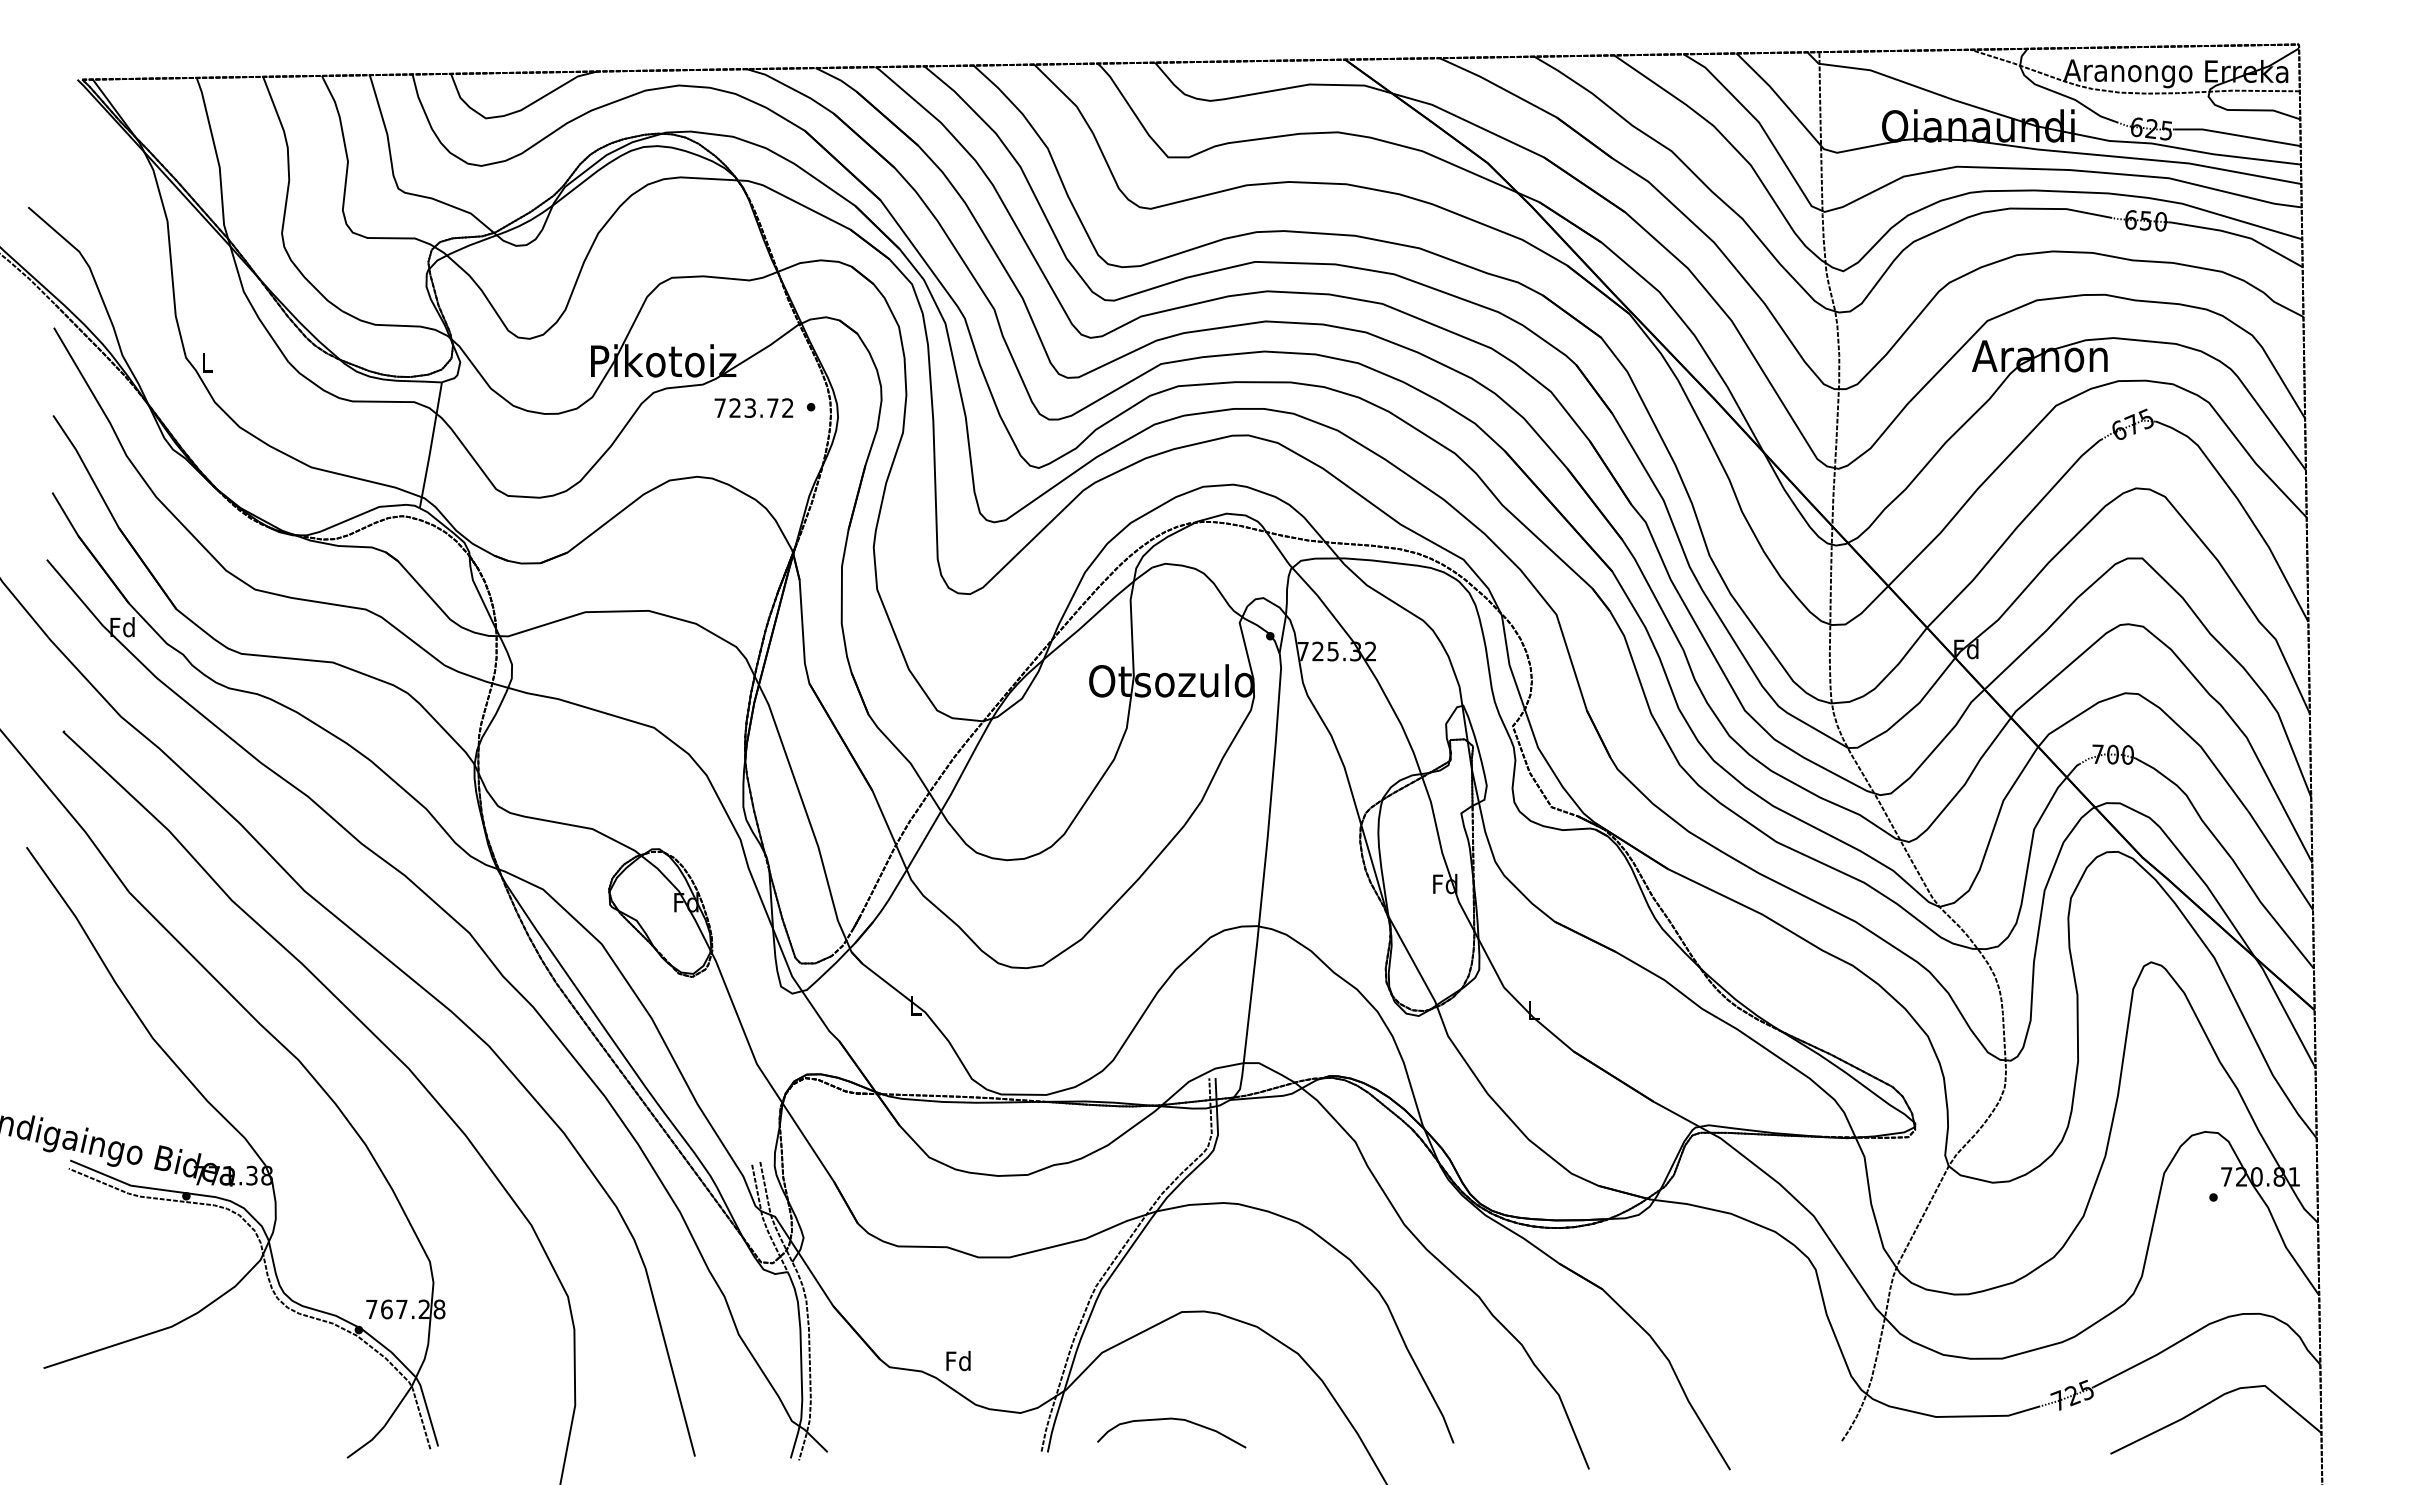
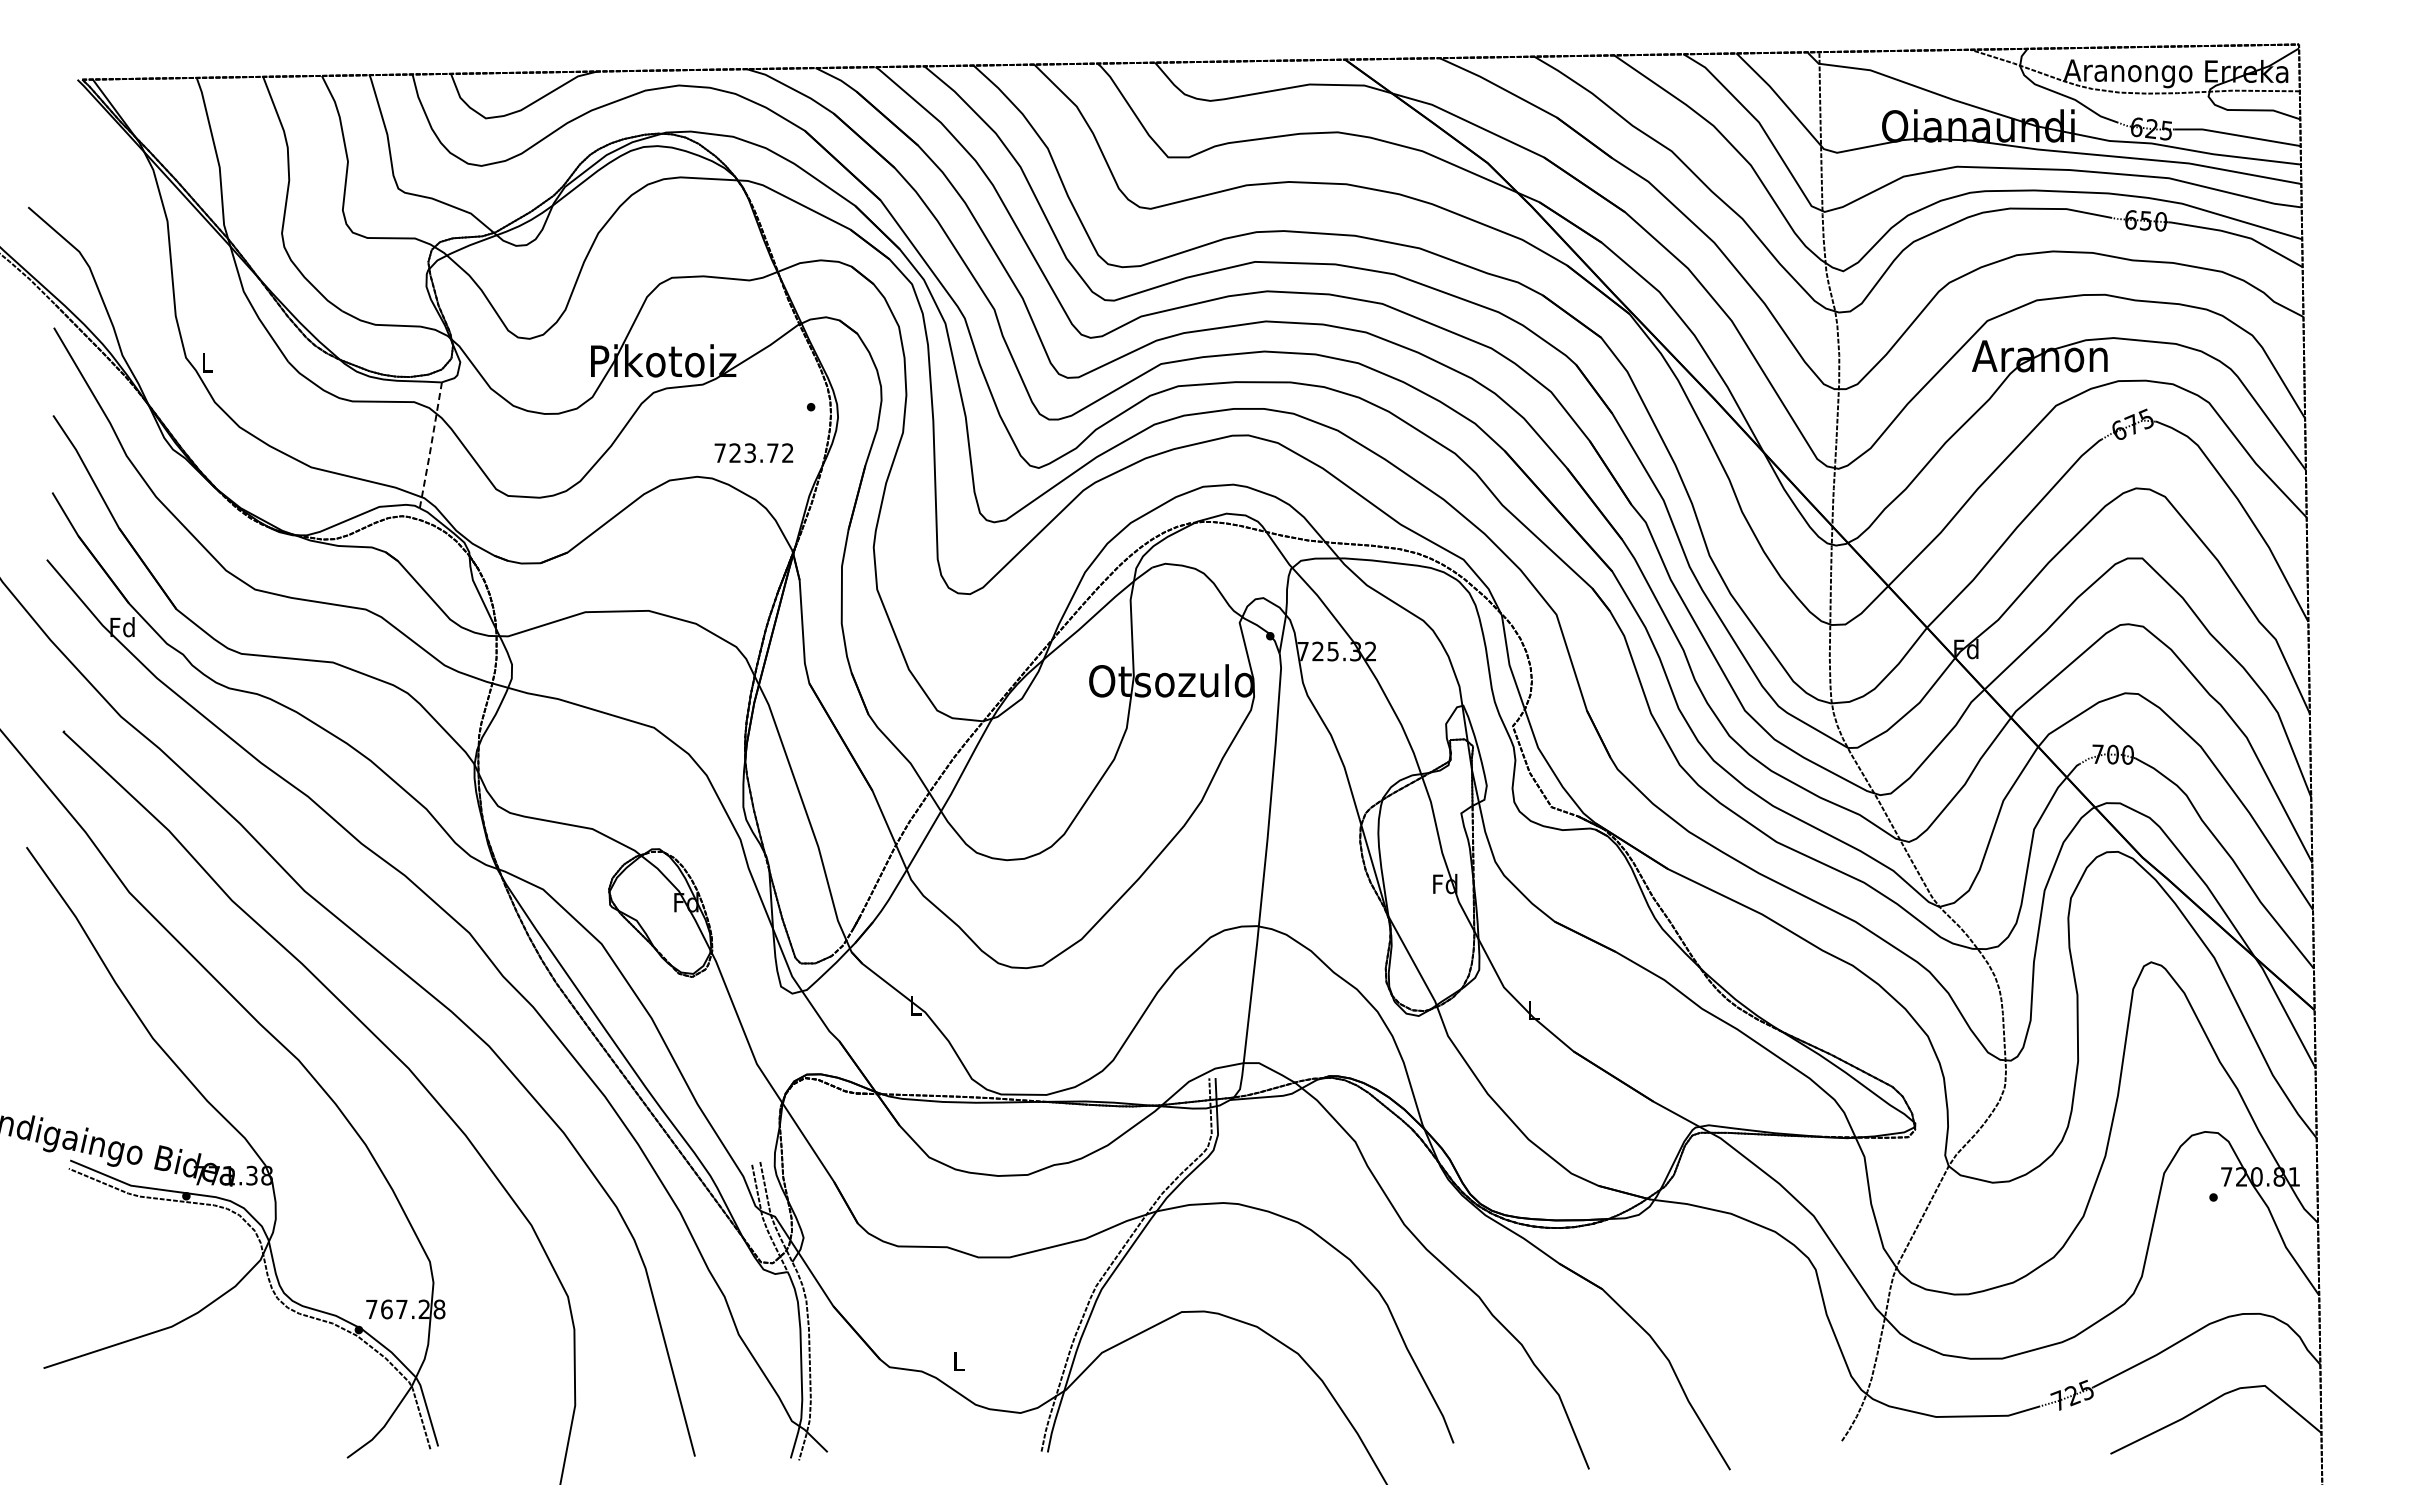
text at (753, 407) position: (753, 407) -> (753, 452)
line at (431, 445): solid -> dashed
text at (958, 1360): Fd -> L
curve at (1171, 1419): present -> none
